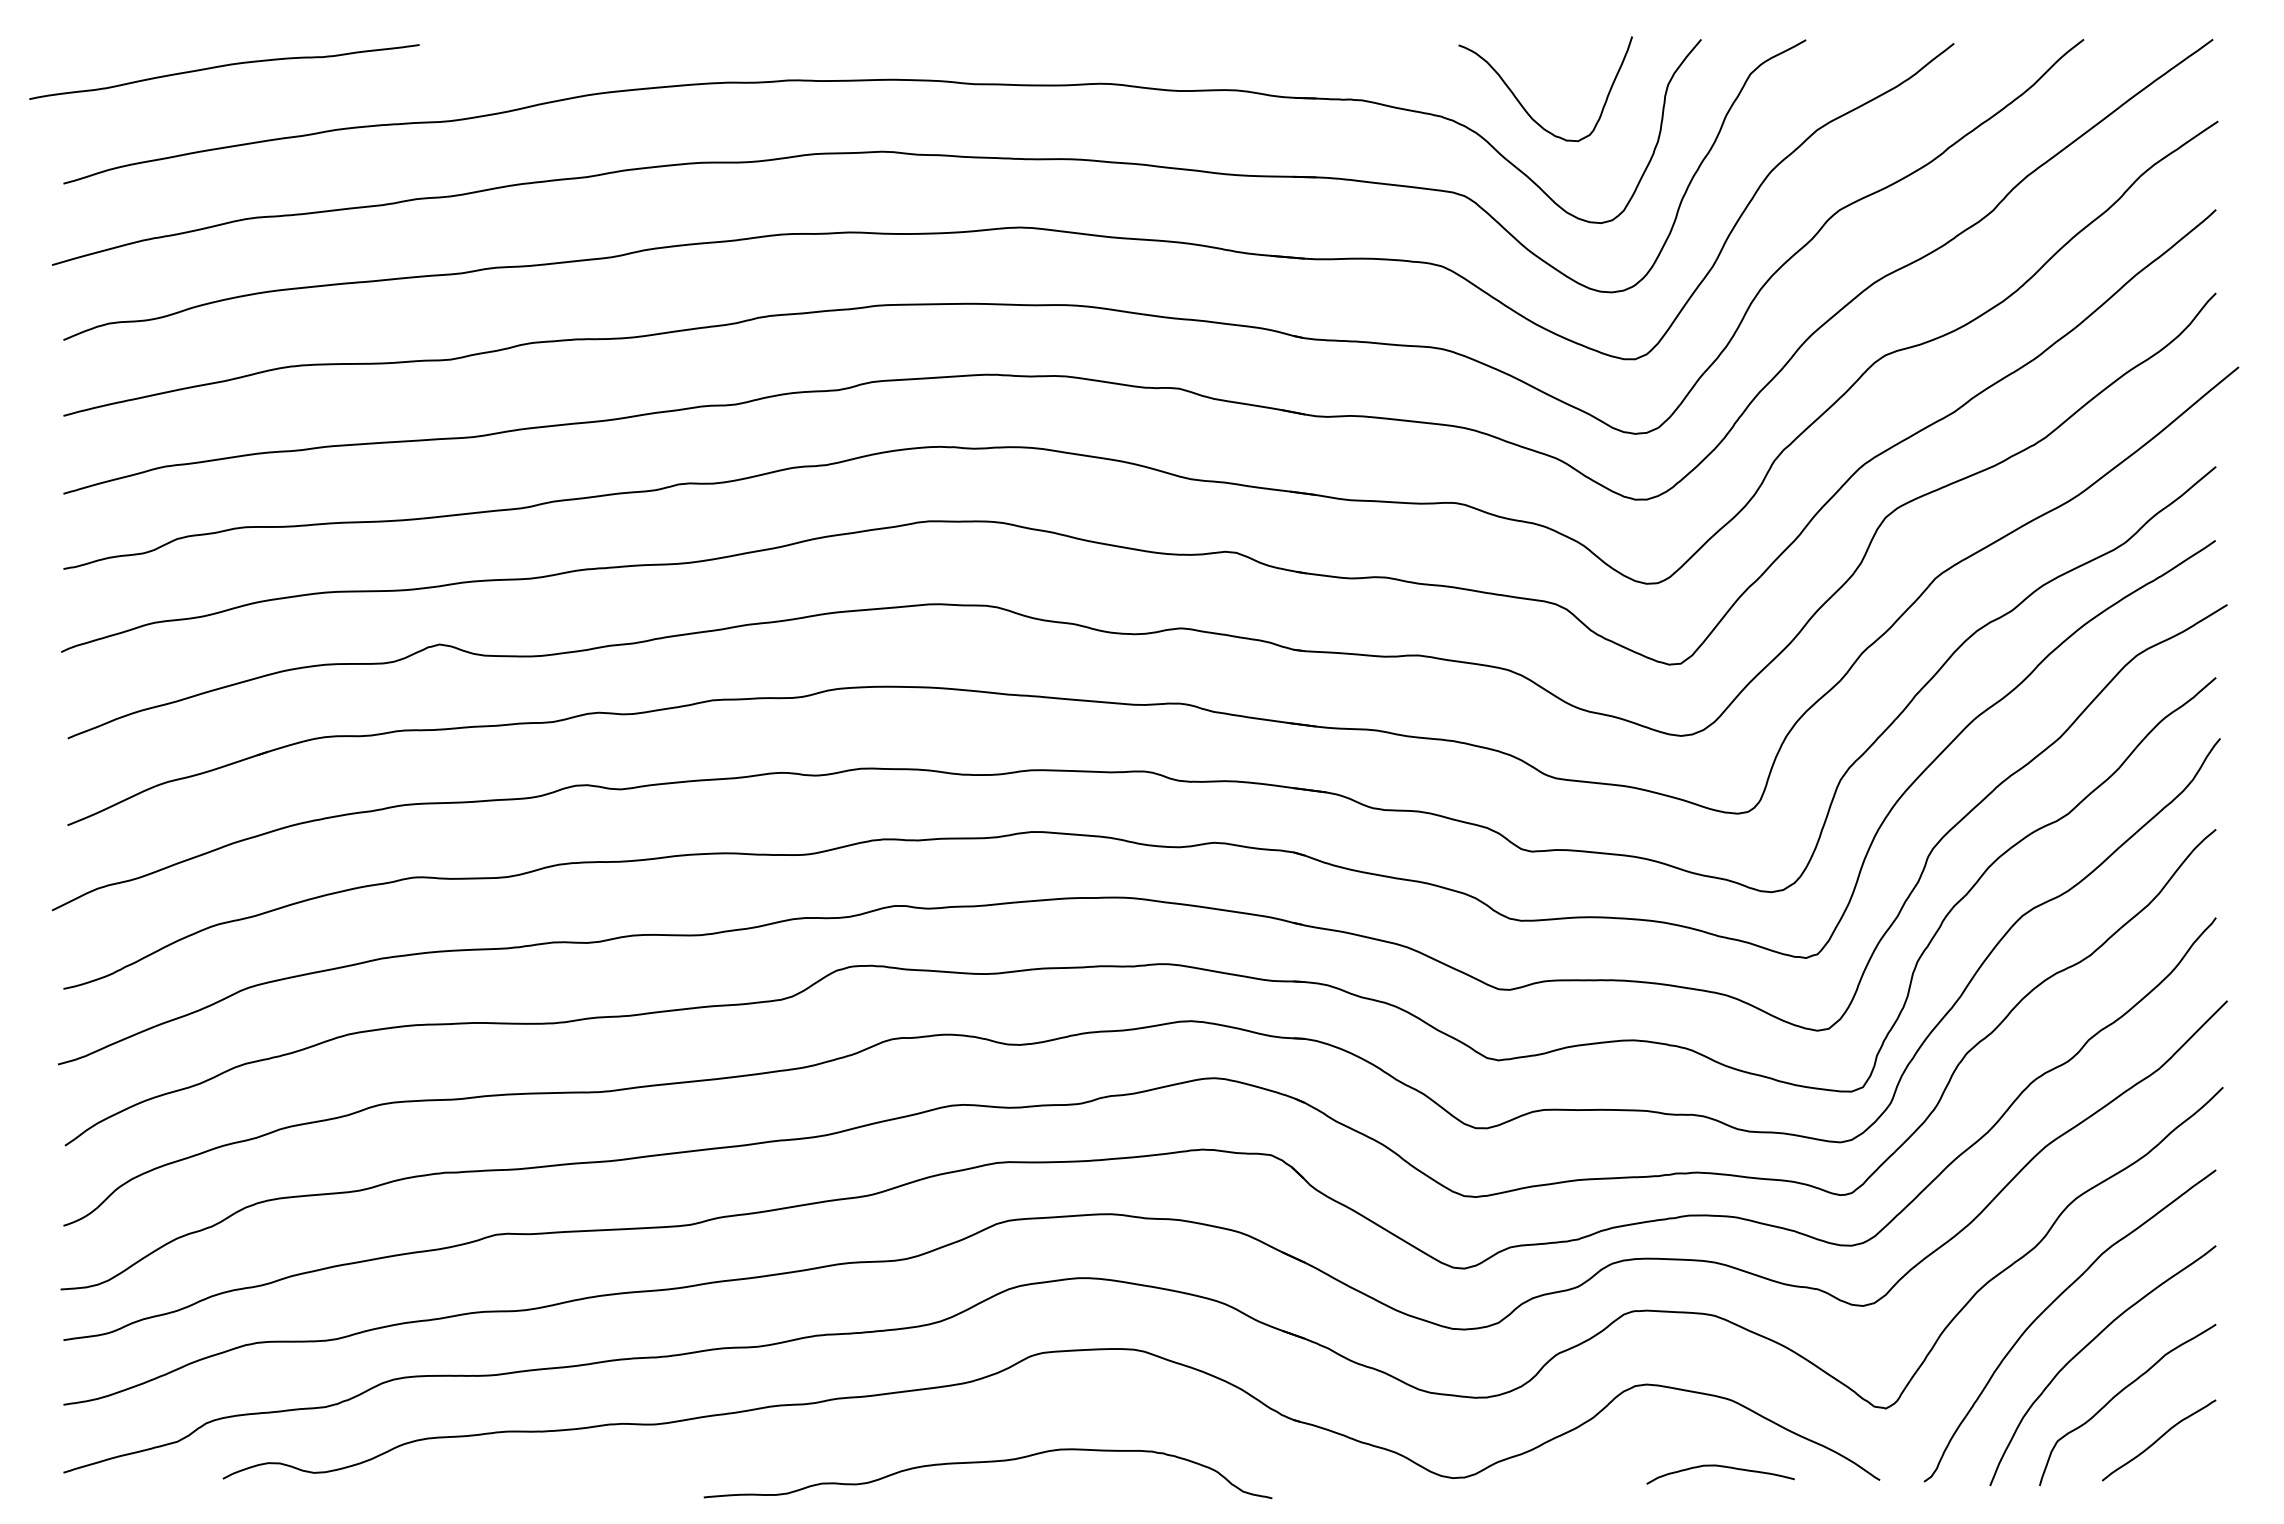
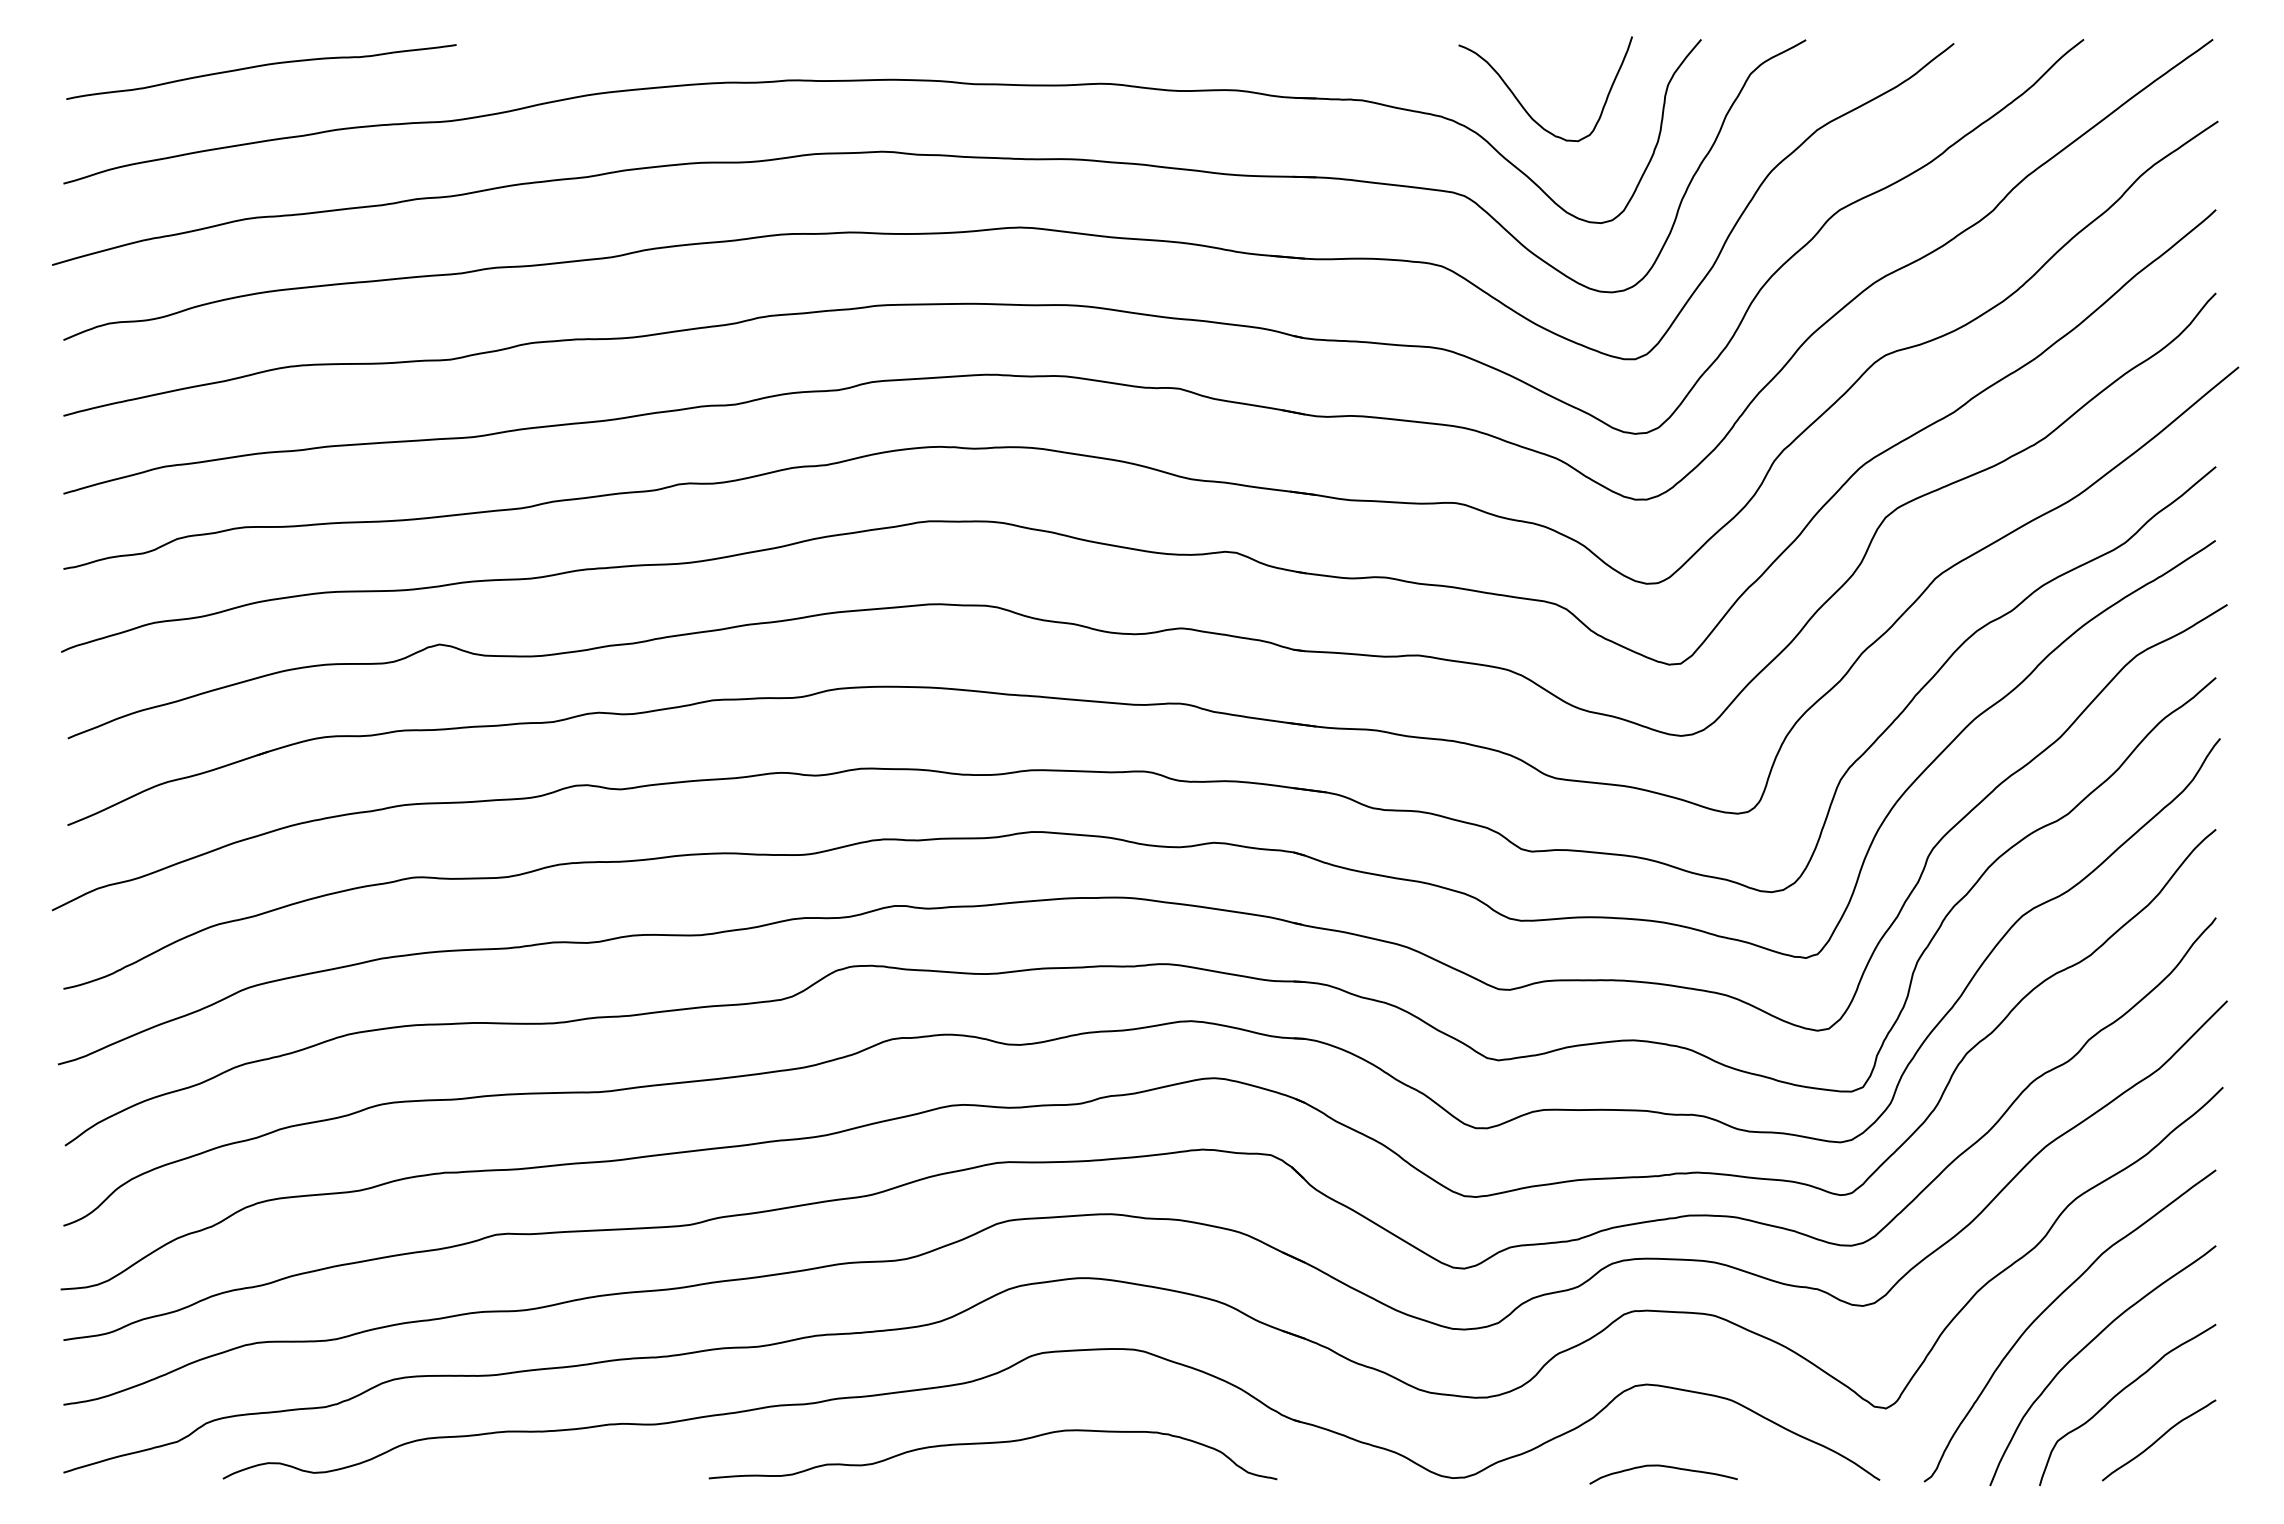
curve at (224, 66) position: (224, 66) -> (261, 66)
curve at (987, 1462) position: (987, 1462) -> (992, 1443)
curve at (1721, 1467) position: (1721, 1467) -> (1664, 1467)
